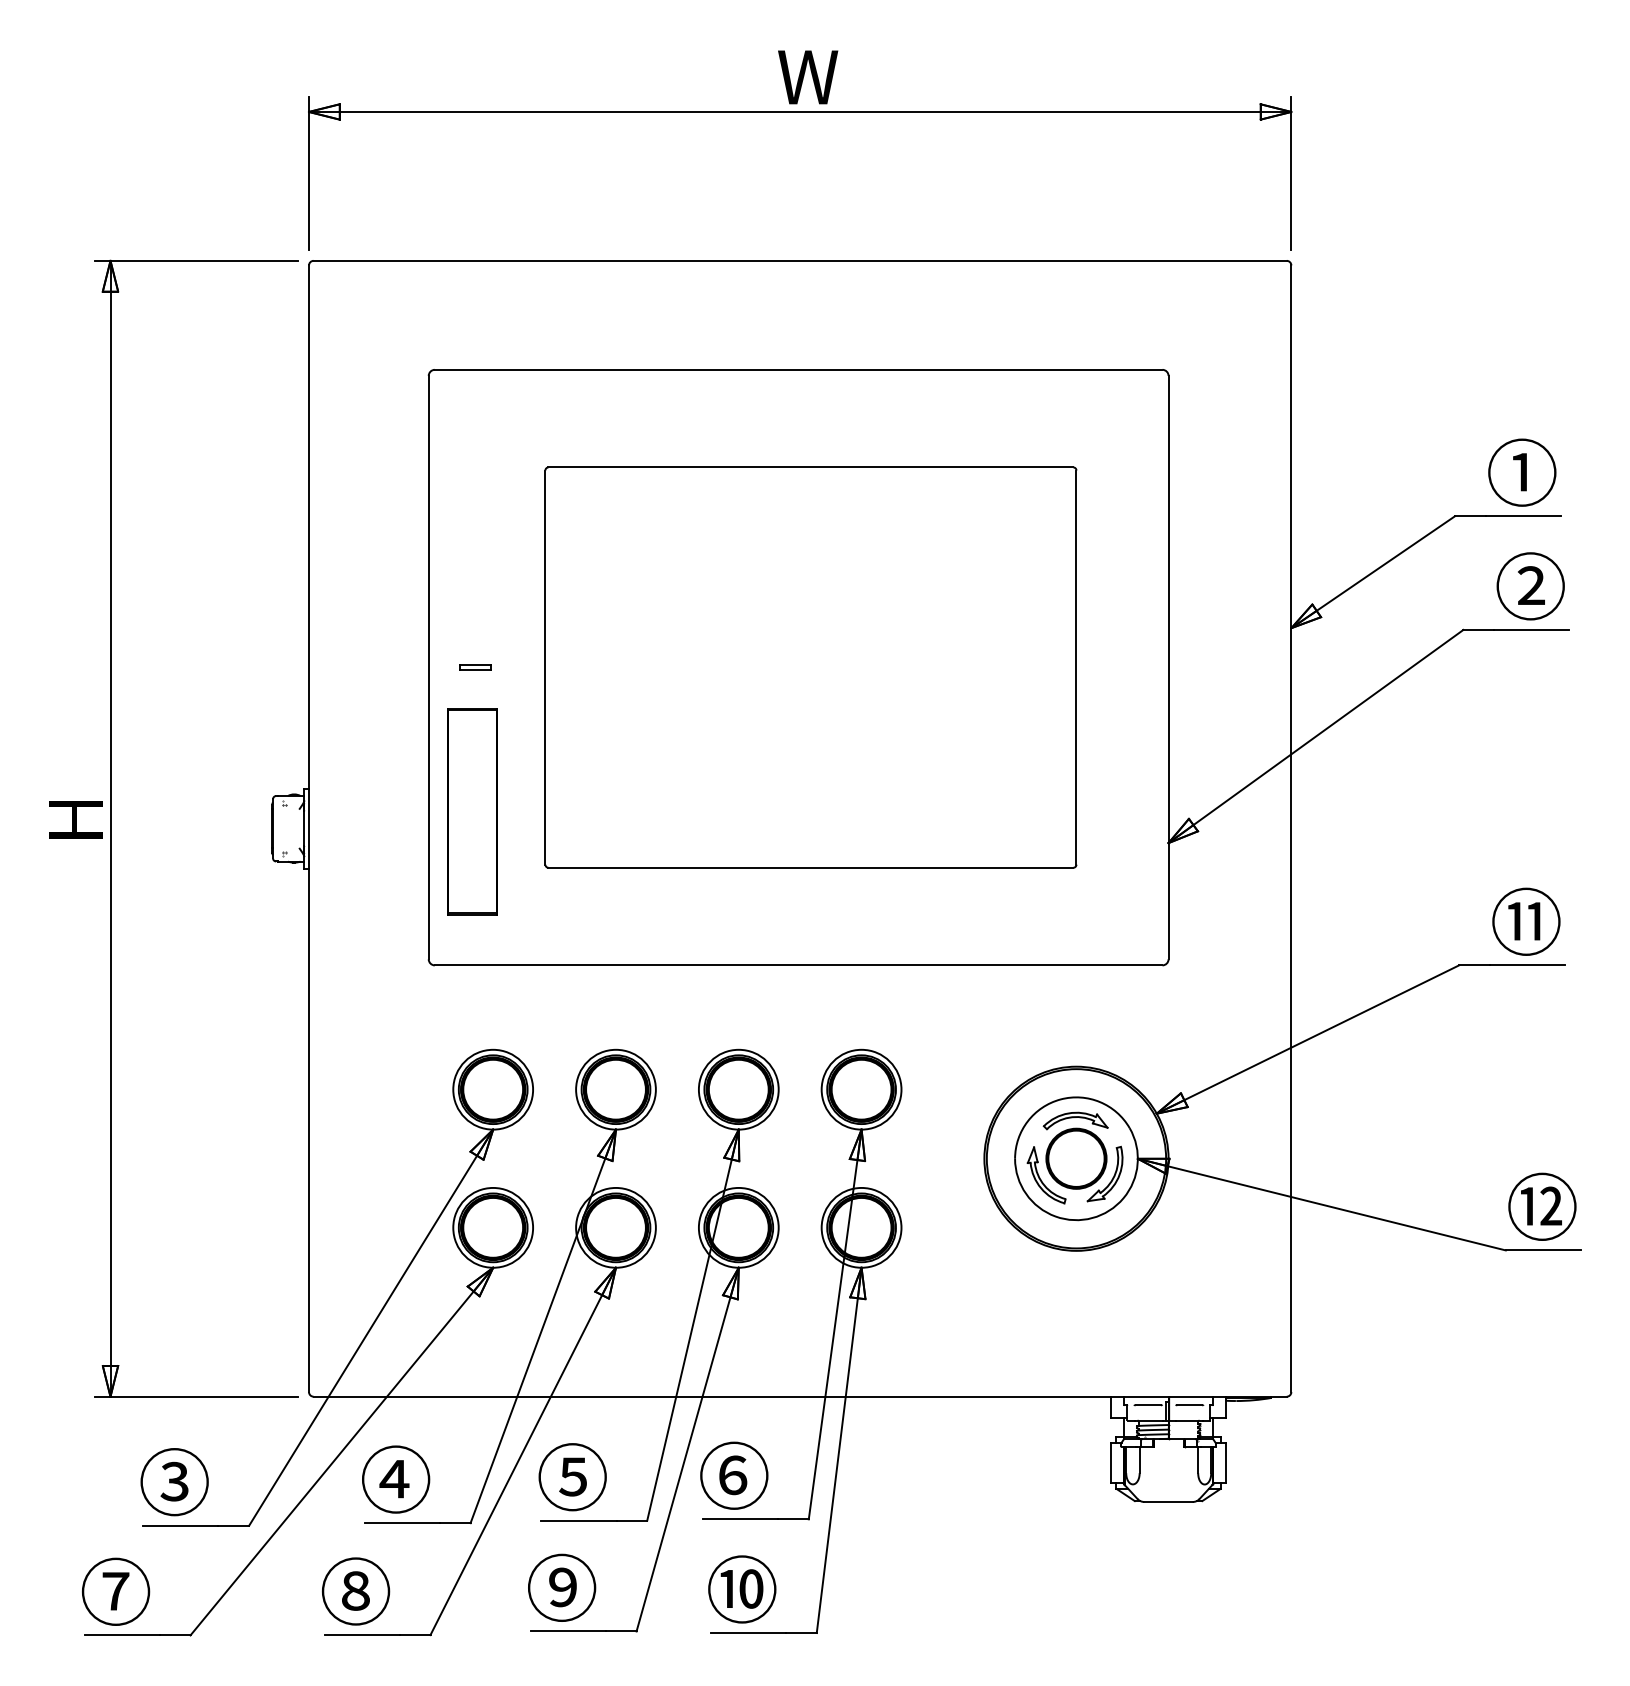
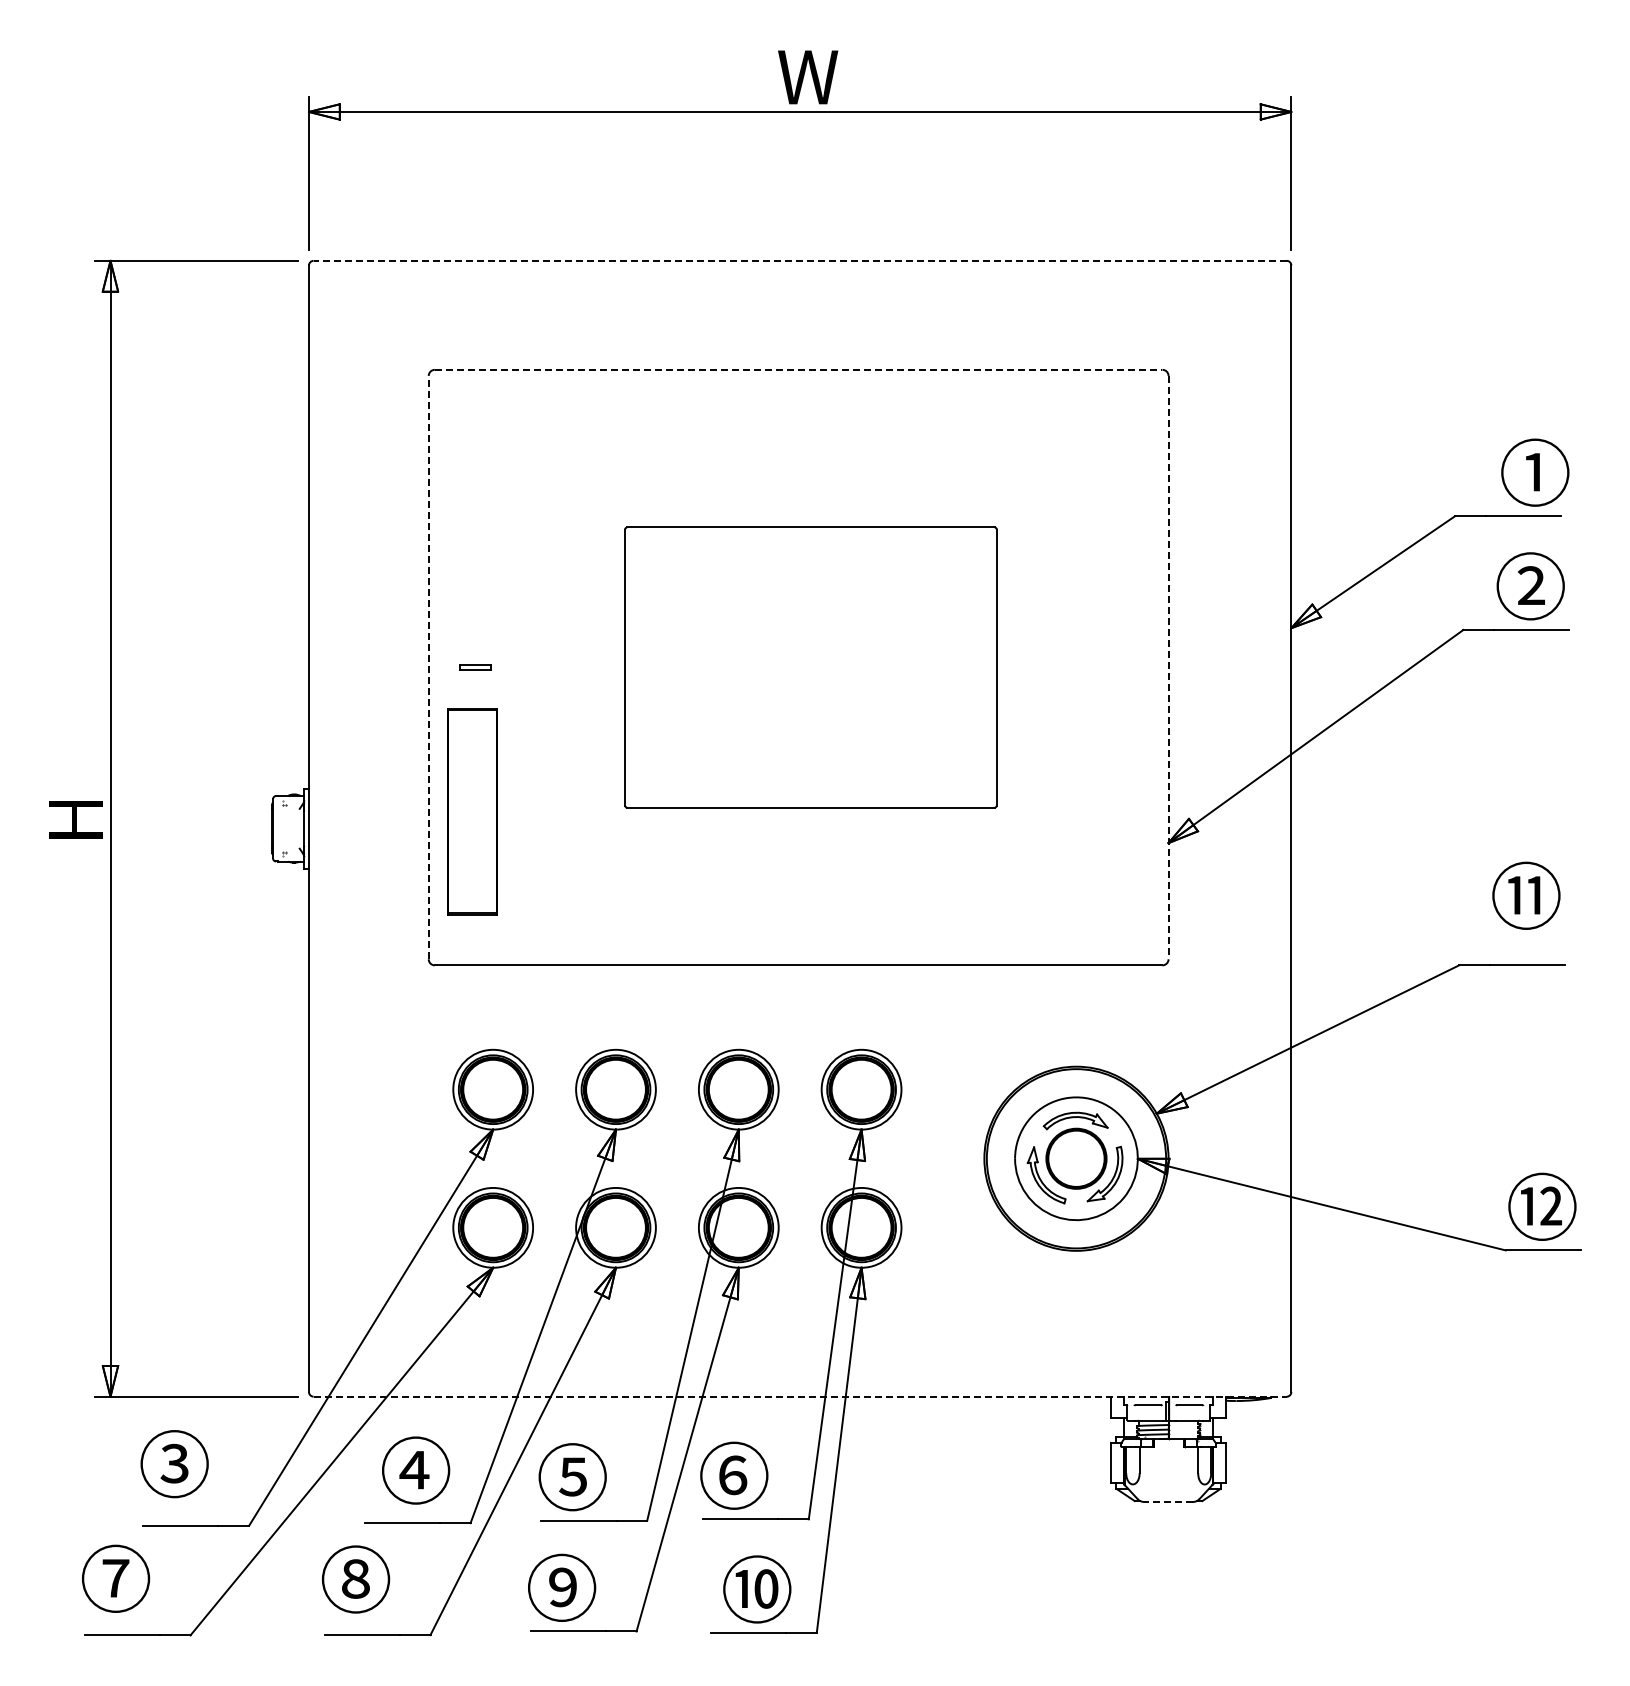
line at (800, 260): solid -> dashed
line at (798, 369): solid -> dashed
text at (1522, 472) position: (1522, 472) -> (1535, 472)
line at (428, 667): solid -> dashed
part at (810, 667) size: 534x403 px -> 374x283 px
line at (1168, 667): solid -> dashed
text at (1526, 921) position: (1526, 921) -> (1526, 895)
line at (800, 1396): solid -> dashed
text at (396, 1479) position: (396, 1479) -> (416, 1470)
text at (174, 1482) position: (174, 1482) -> (174, 1464)
line at (1168, 1502): solid -> dashed
text at (742, 1589) position: (742, 1589) -> (757, 1589)
text at (116, 1591) position: (116, 1591) -> (116, 1578)
text at (355, 1591) position: (355, 1591) -> (355, 1579)
